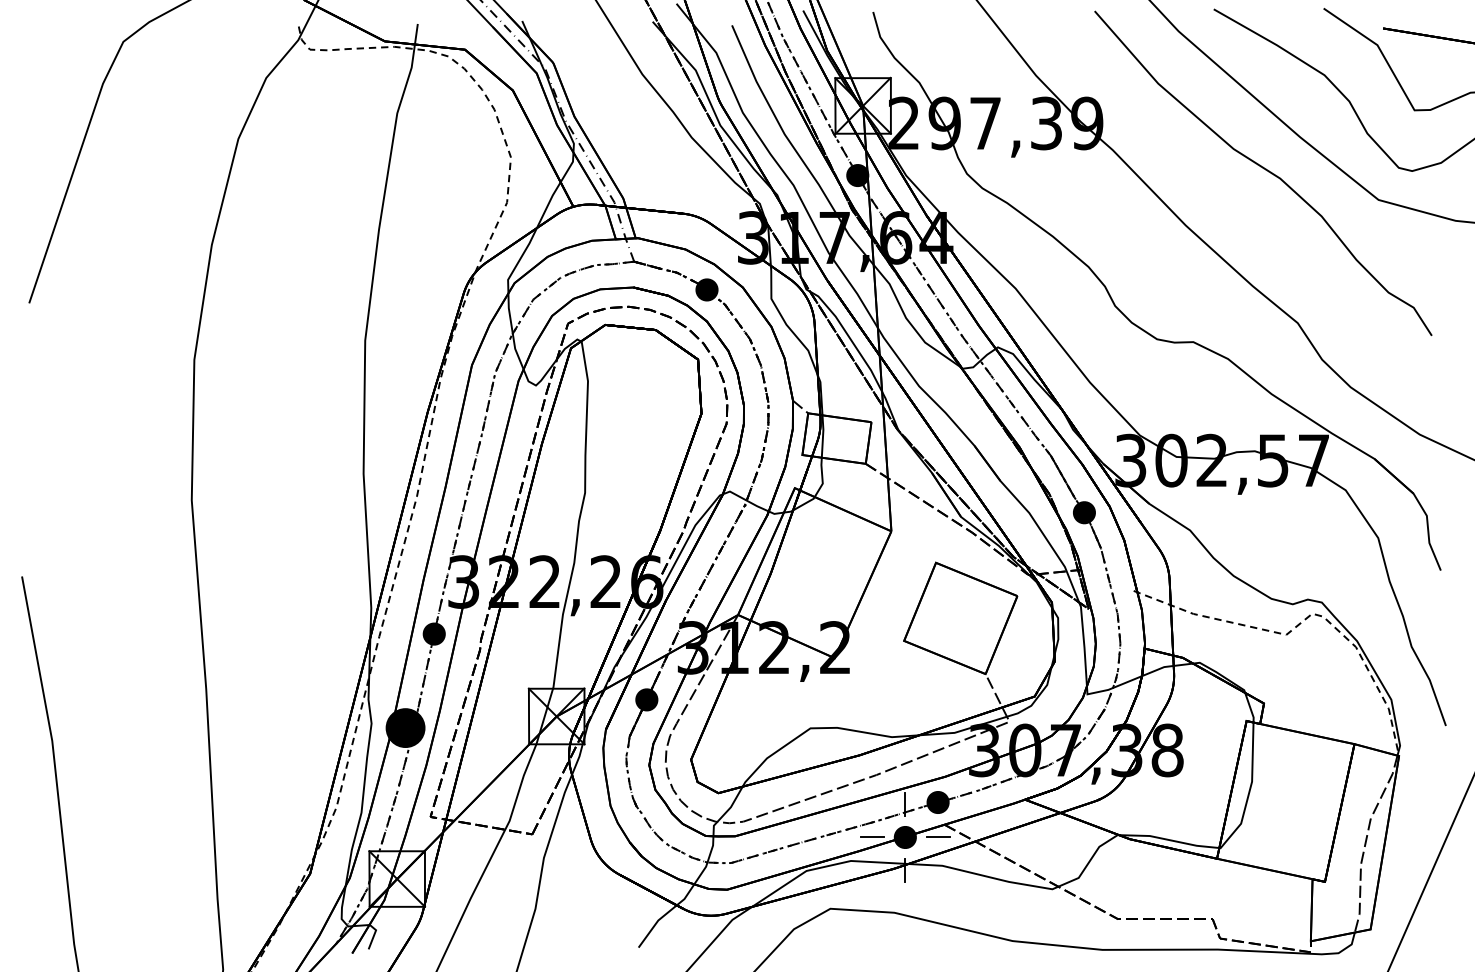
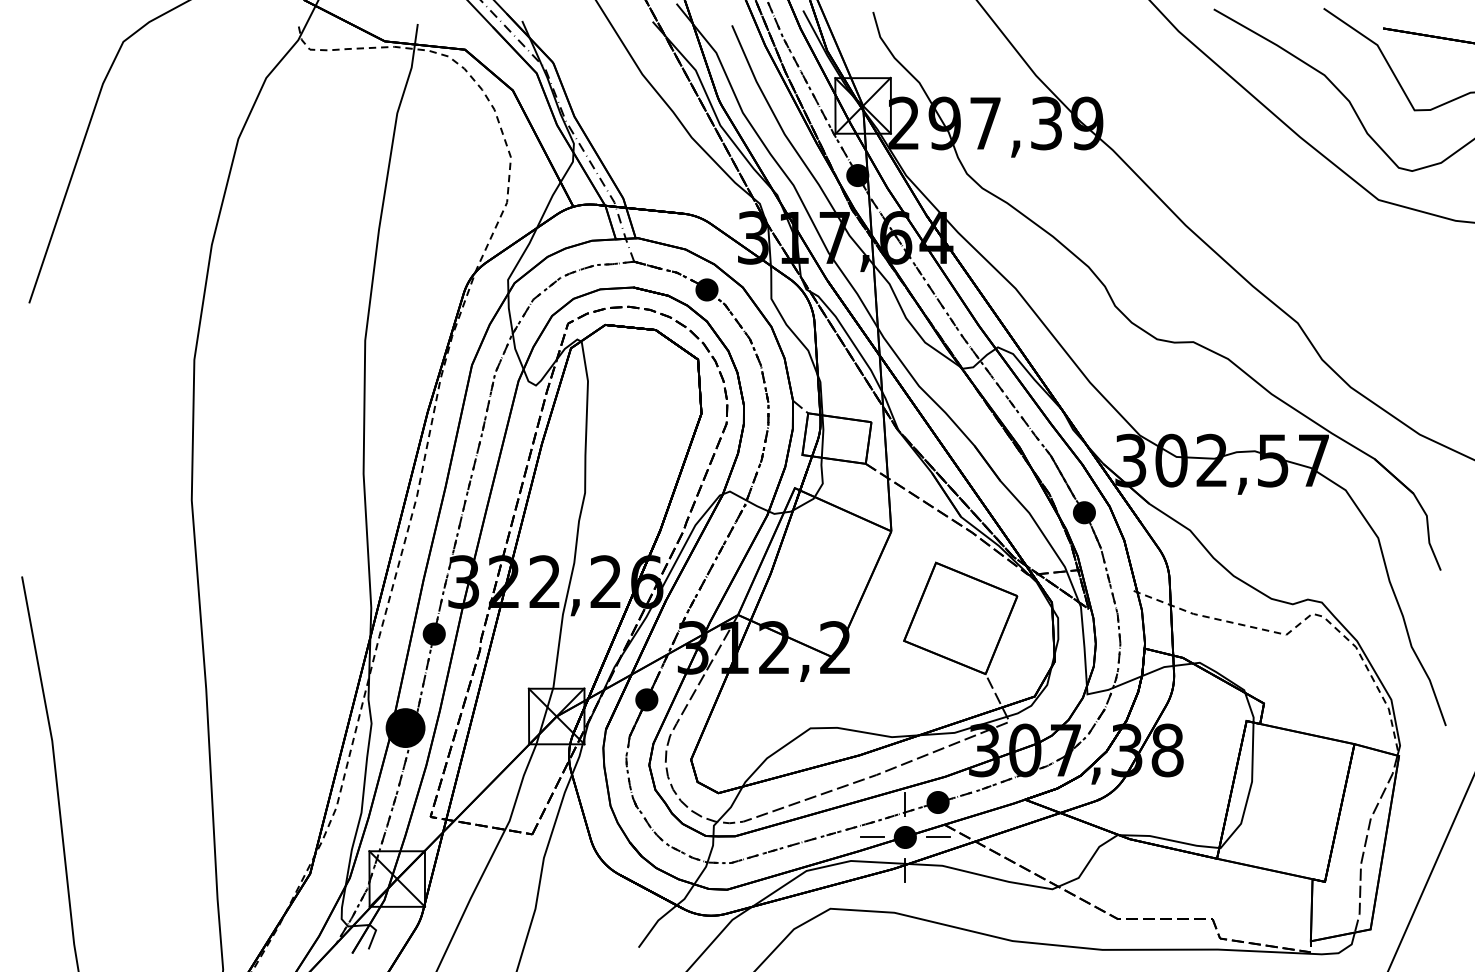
curve at (1265, 170): present -> none
